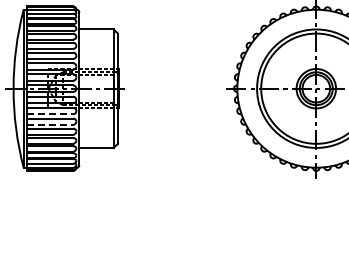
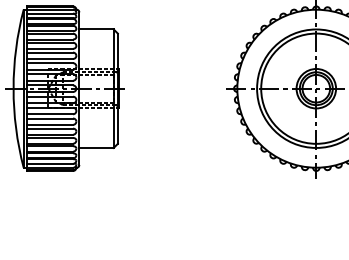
line at (50, 114): dashed -> solid
line at (50, 124): dashed -> solid
